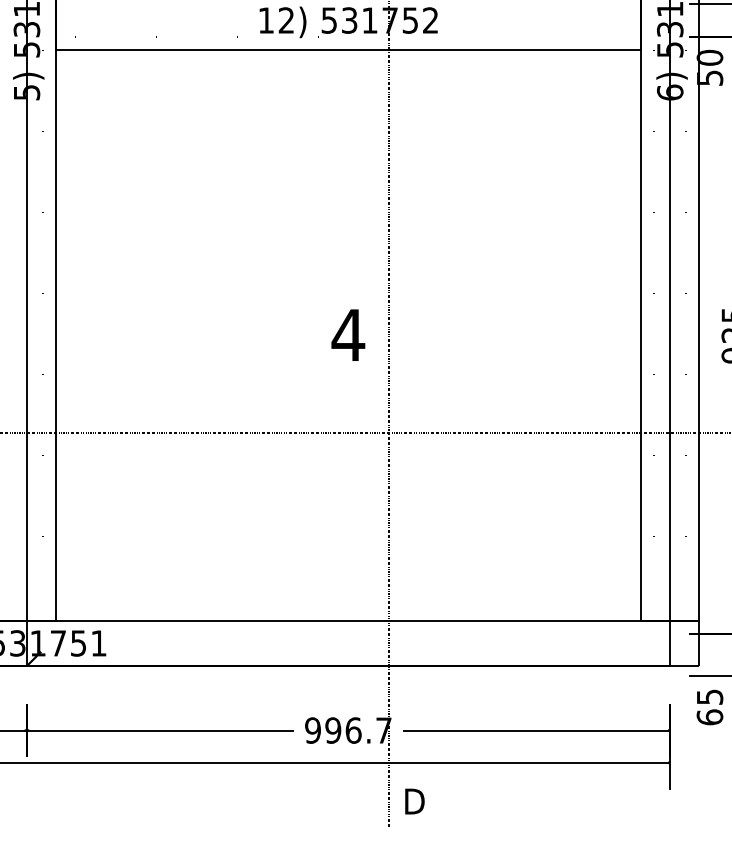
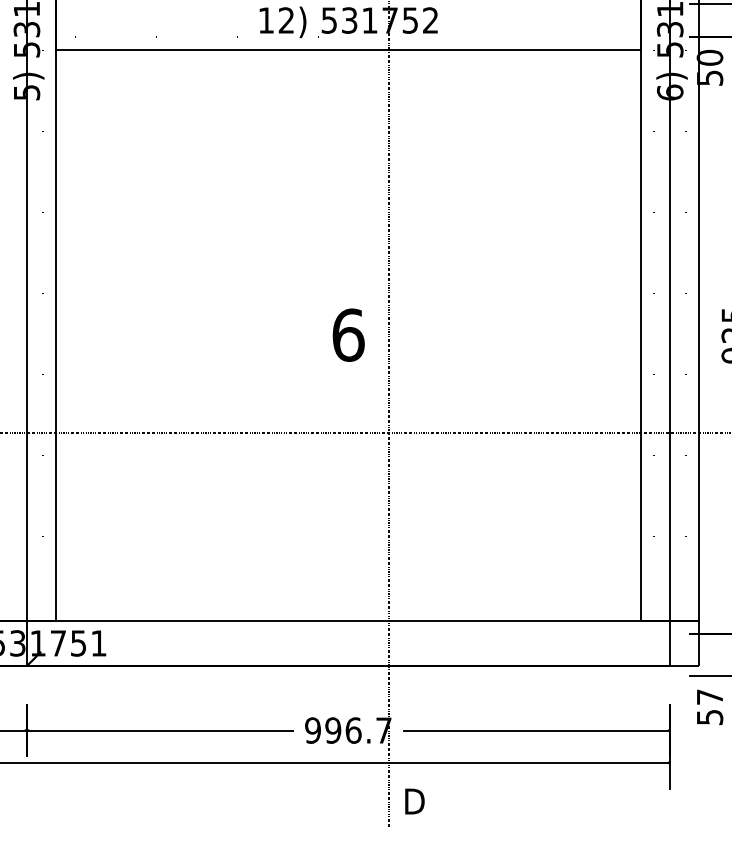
text at (348, 334): 4 -> 6
text at (709, 707): 65 -> 57
